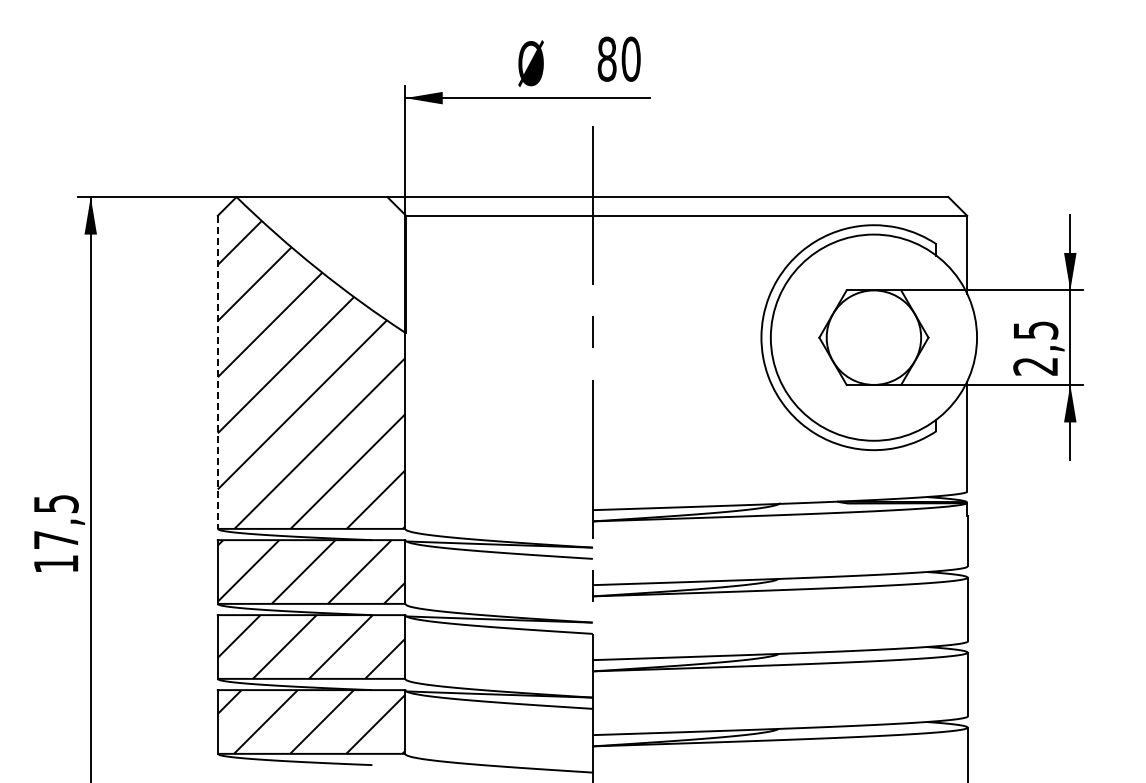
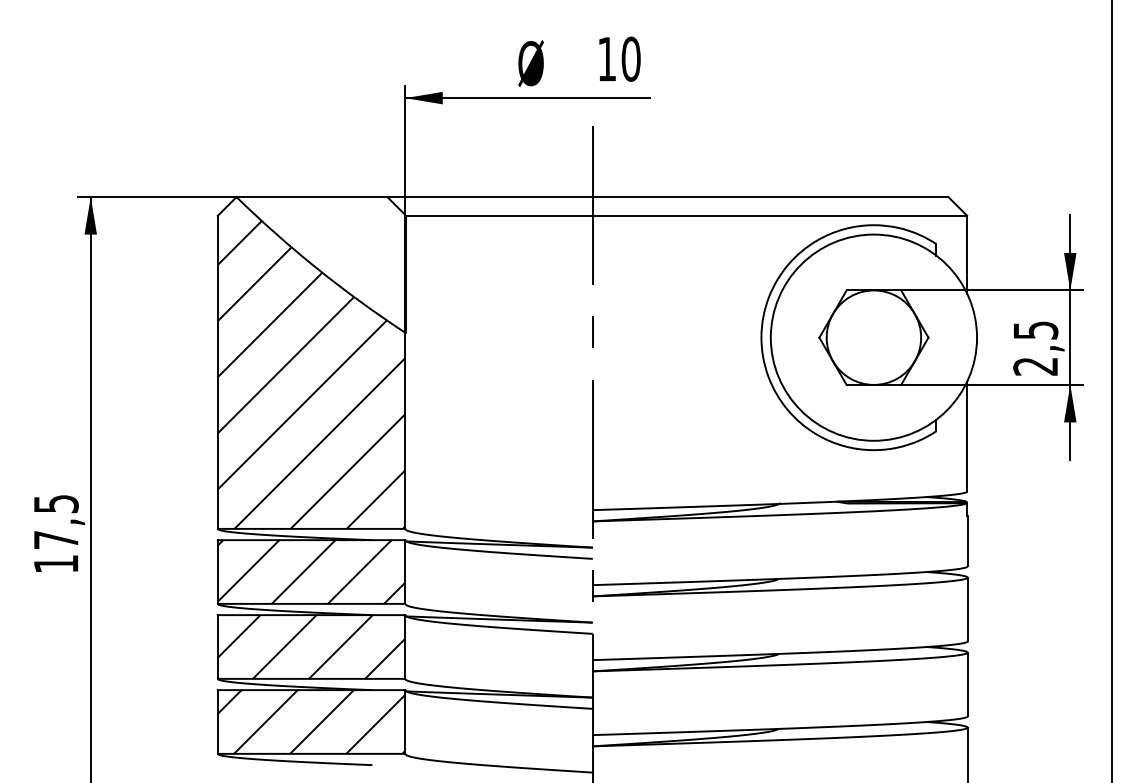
text at (606, 58): 80 -> 10
line at (217, 372): dashed -> solid
line at (1111, 390): none -> present
